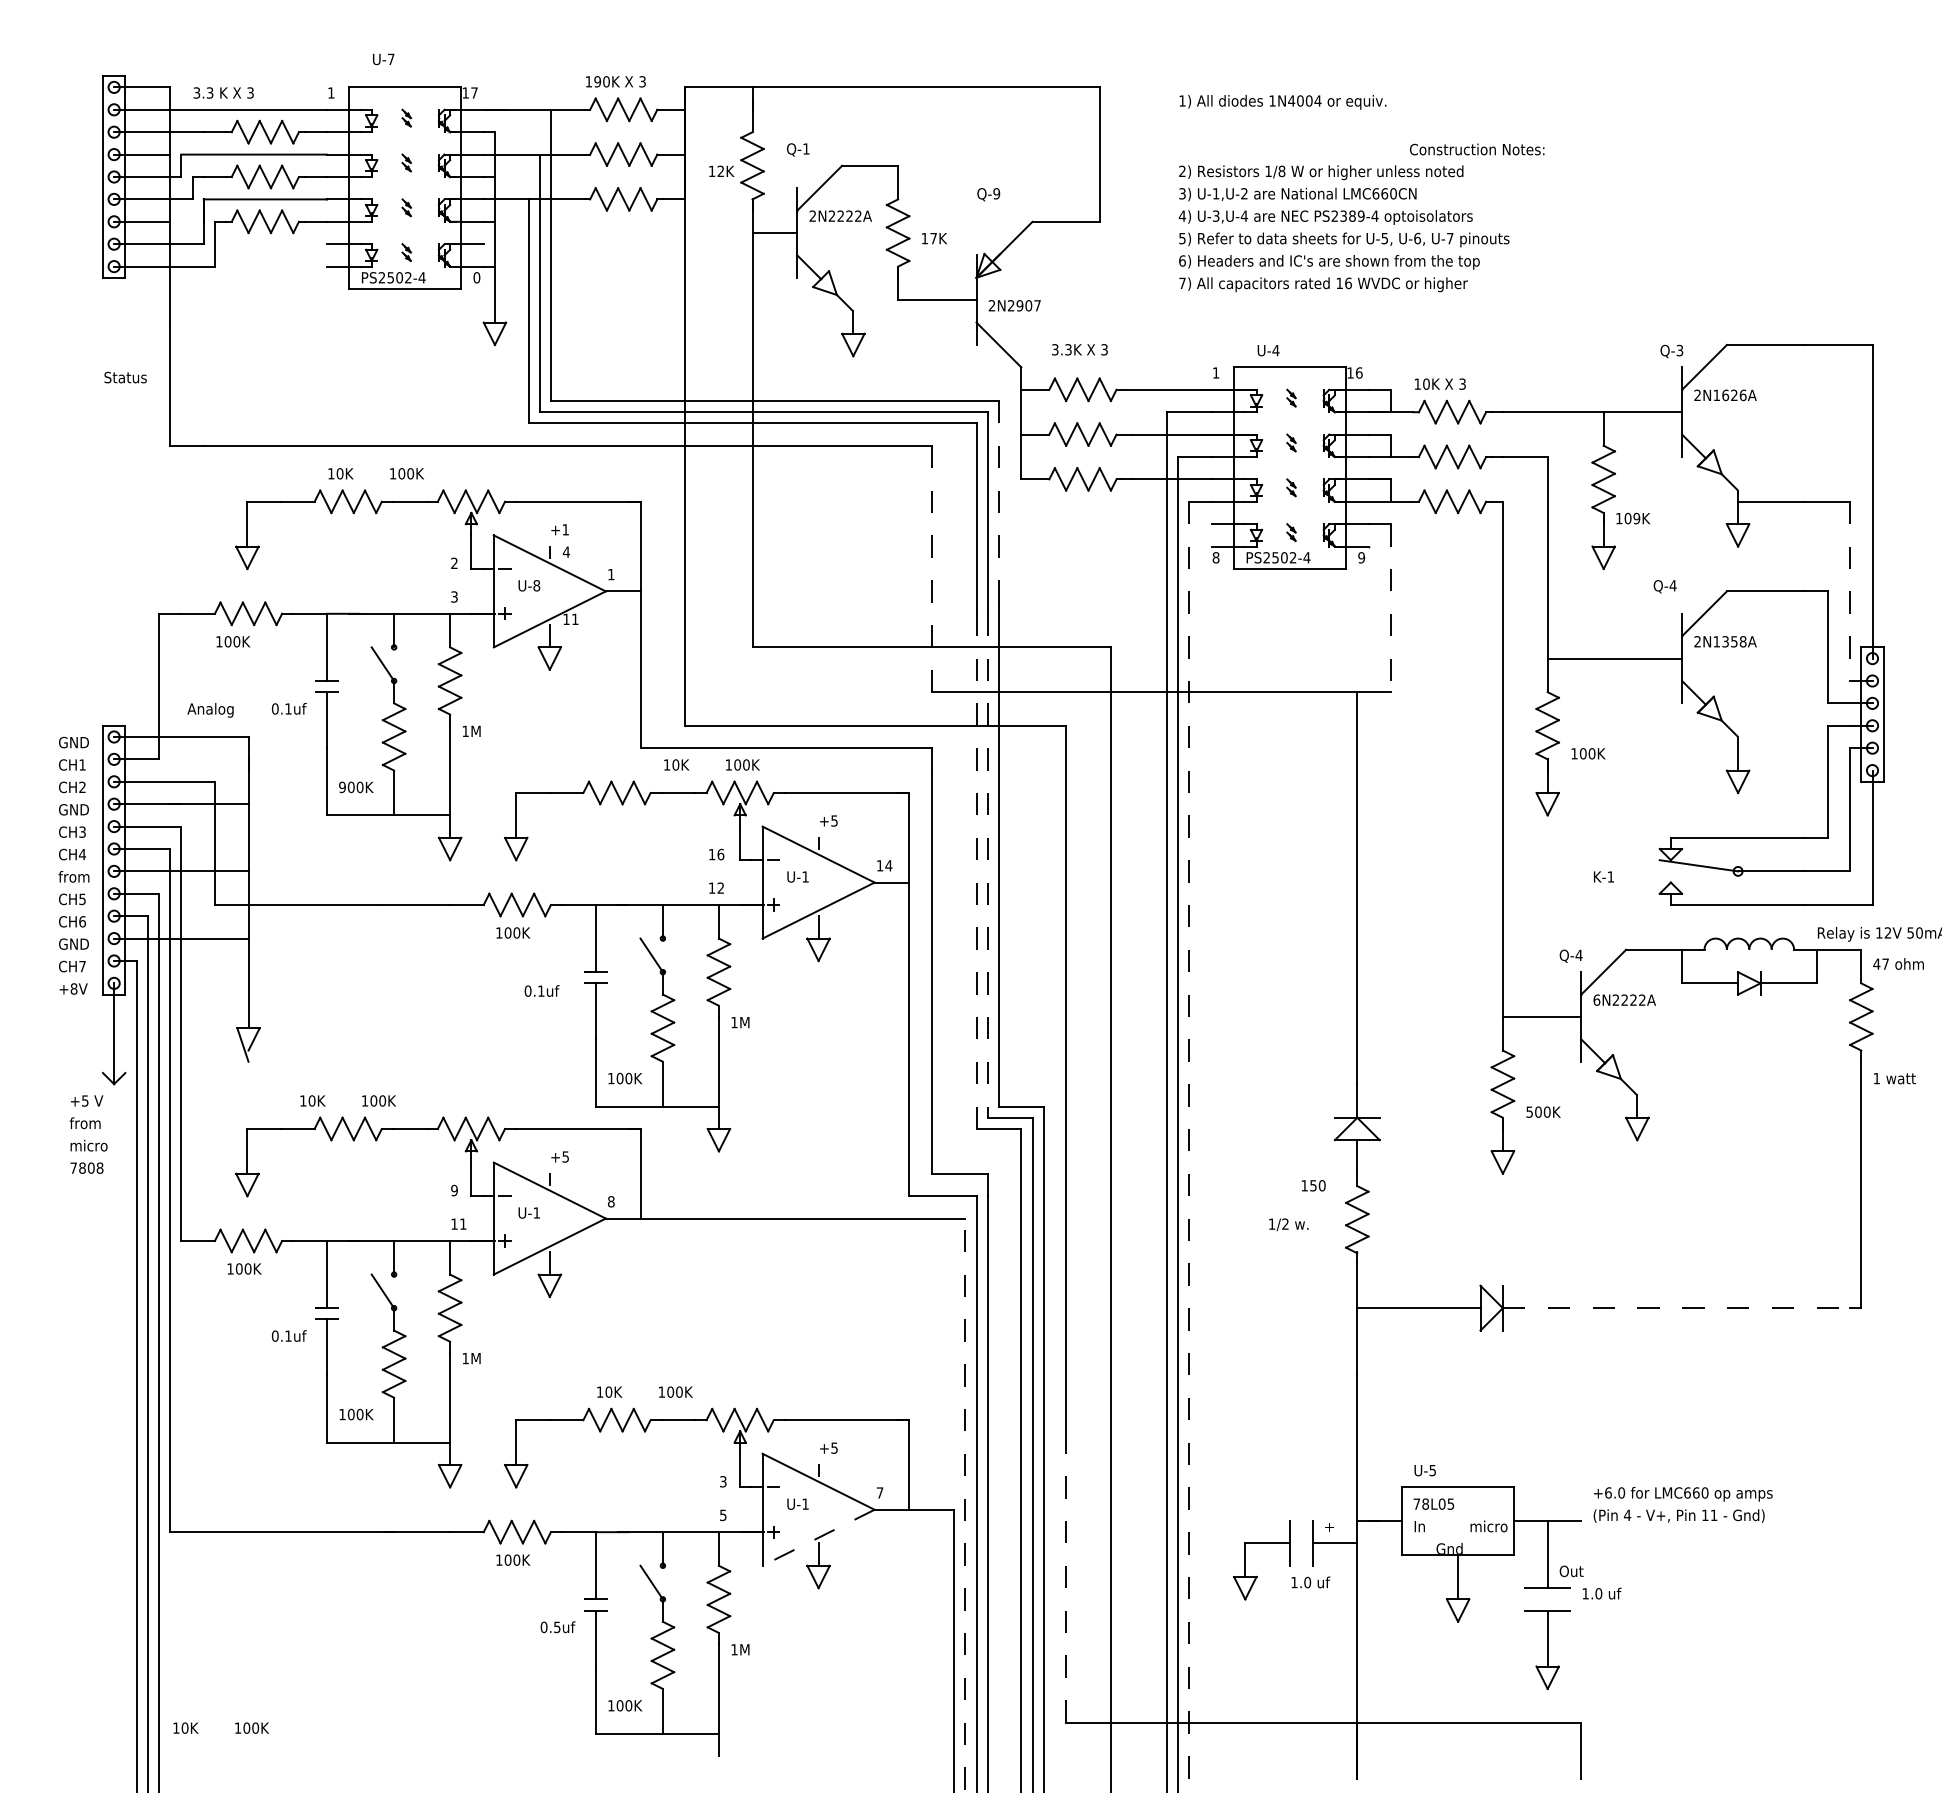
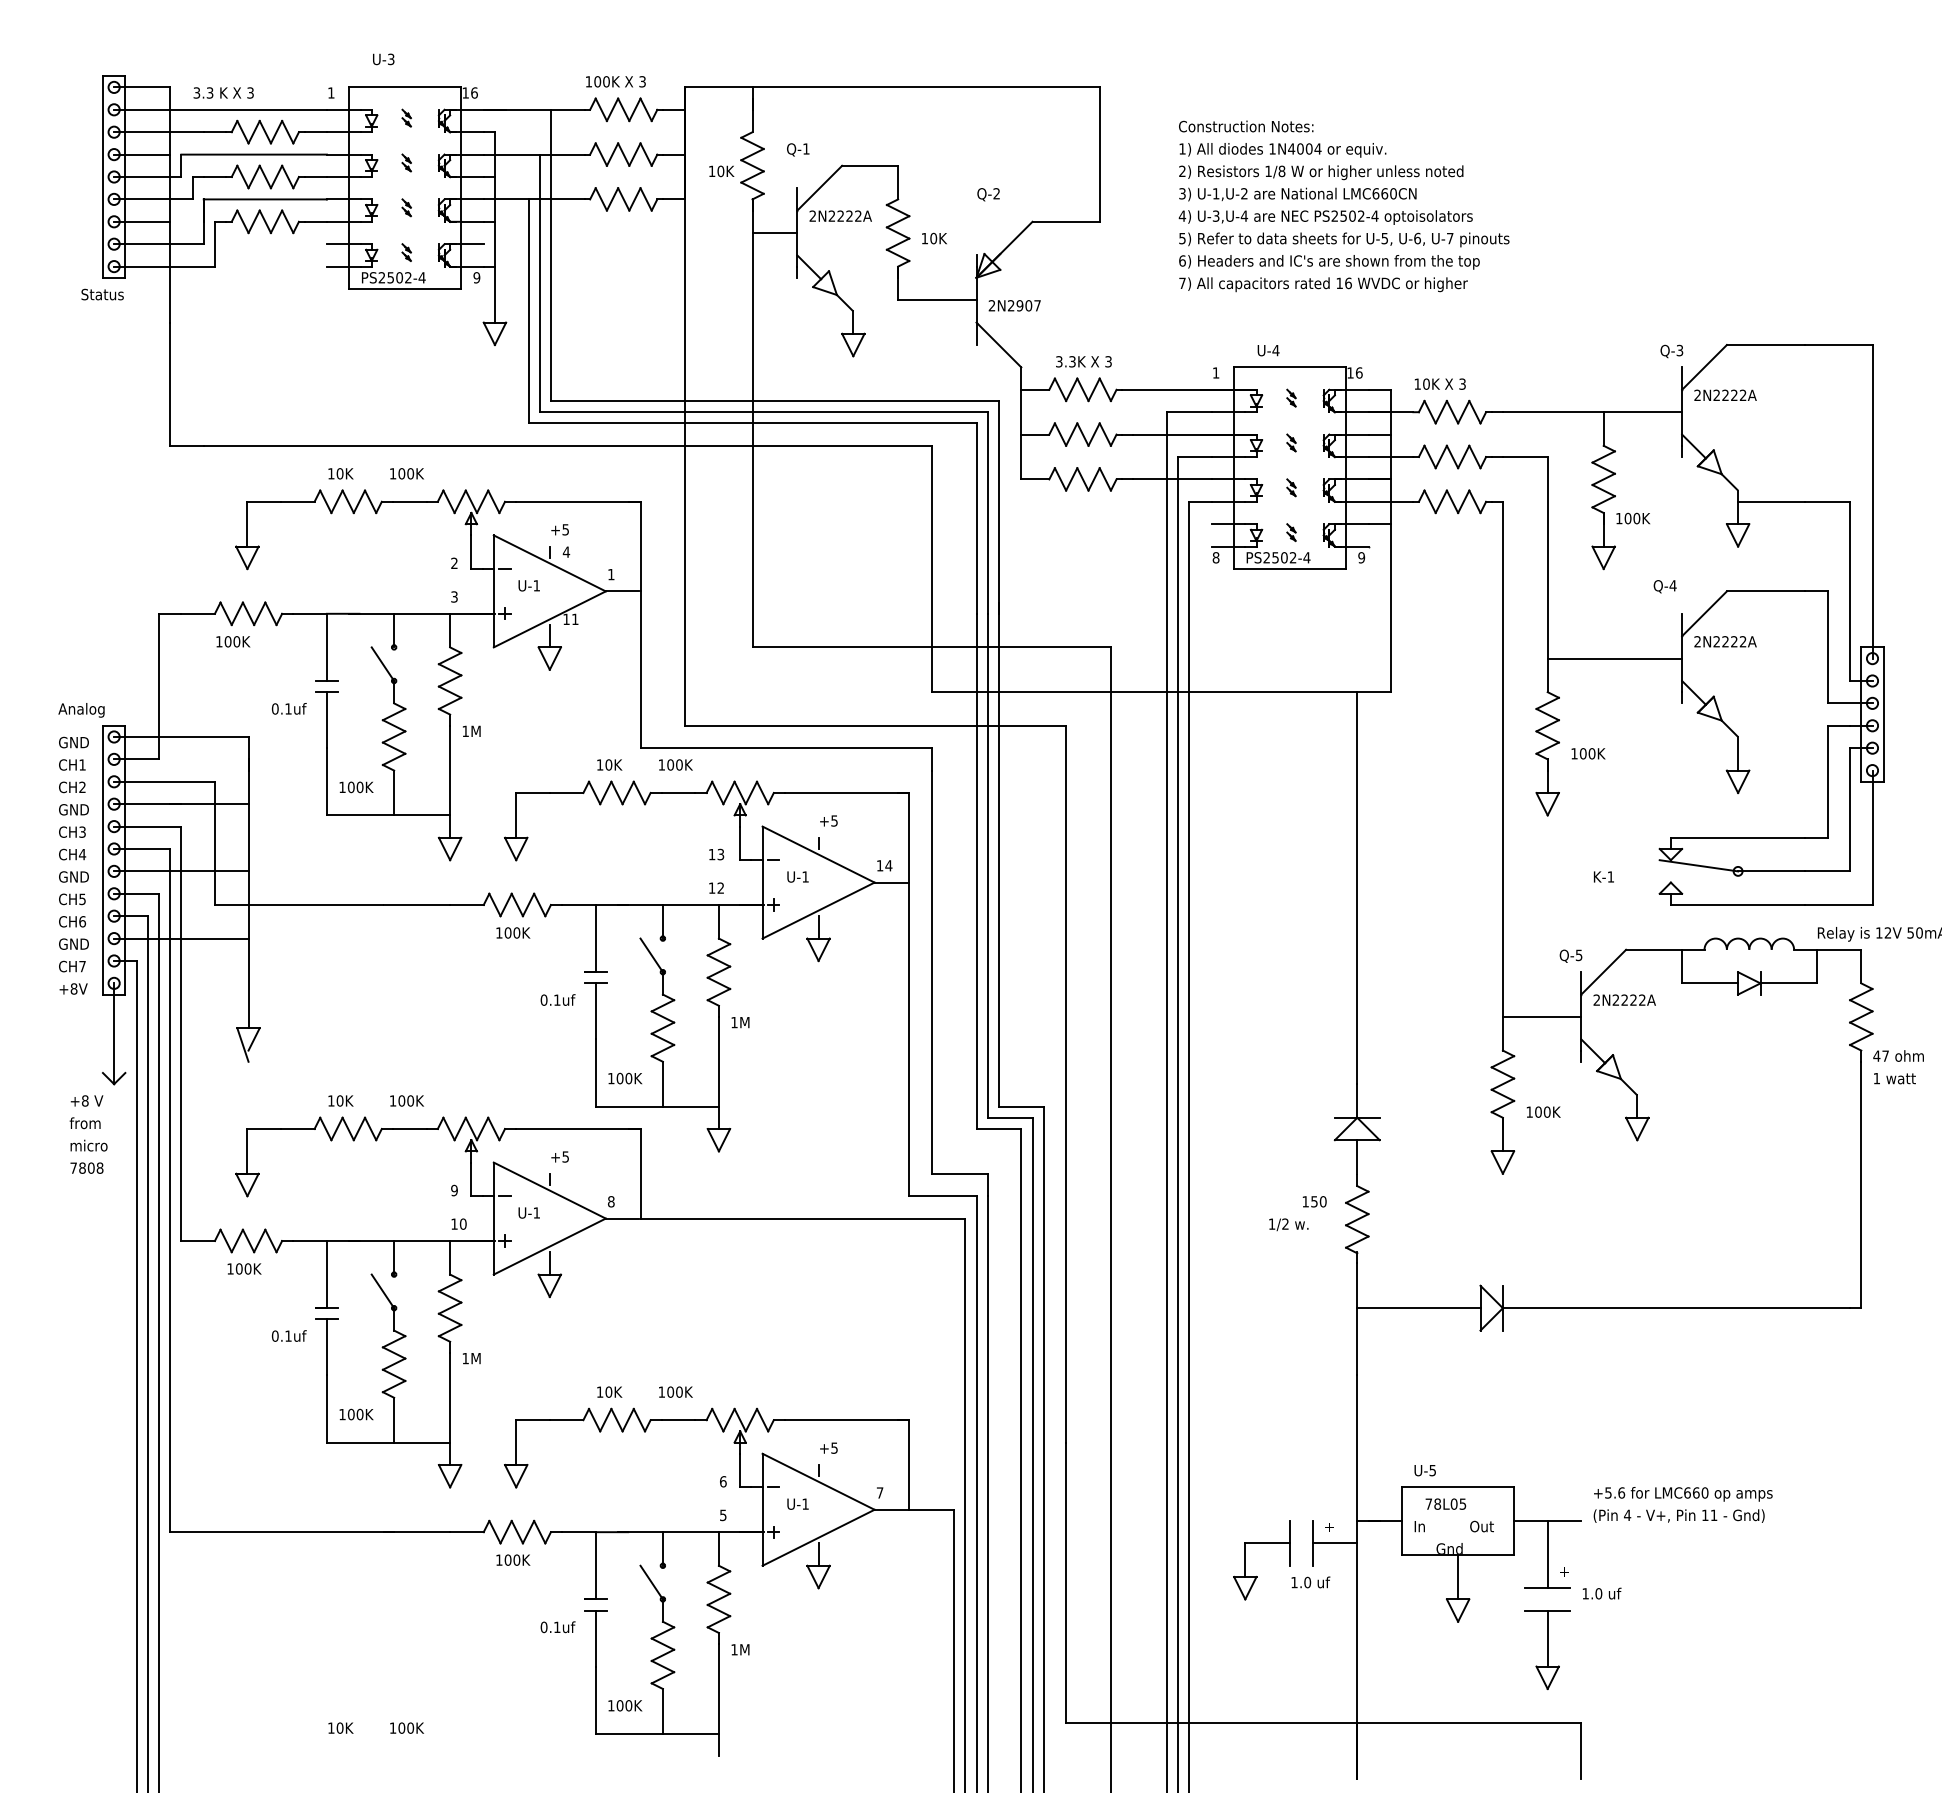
text at (391, 59): U-7 -> U-3
text at (597, 81): 190K -> 100K
text at (474, 92): 17 -> 16
text at (1282, 102) position: (1282, 102) -> (1282, 150)
text at (1477, 149) position: (1477, 149) -> (1246, 126)
text at (720, 171): 12K -> 10K
text at (996, 193): Q-9 -> Q-2
text at (1352, 215): PS2389-4 -> PS2502-4
text at (933, 238): 17K -> 10K
text at (476, 277): 0 -> 9
text at (1079, 349) position: (1079, 349) -> (1083, 361)
text at (125, 377) position: (125, 377) -> (102, 294)
text at (1729, 395): 2N1626A -> 2N2222A
line at (998, 507): dashed -> solid
text at (1636, 518): 109K -> 100K
text at (565, 529): +1 -> +5
line at (1390, 541): dashed -> solid
line at (931, 569): dashed -> solid
text at (536, 585): U-8 -> U-1
line at (1850, 591): dashed -> solid
text at (1729, 641): 2N1358A -> 2N2222A
text at (210, 710) position: (210, 710) -> (81, 710)
text at (711, 764) position: (711, 764) -> (644, 764)
text at (342, 787): 900K -> 100K
text at (720, 854): 16 -> 13
line at (987, 865): dashed -> solid
line at (976, 871): dashed -> solid
text at (73, 876): from -> GND
text at (1578, 955): Q-4 -> Q-5
text at (1898, 963) position: (1898, 963) -> (1898, 1055)
text at (541, 990) position: (541, 990) -> (557, 999)
text at (1596, 999): 6N2222A -> 2N2222A
text at (84, 1100): +5 -> +8
text at (347, 1100) position: (347, 1100) -> (375, 1100)
text at (1529, 1111): 500K -> 100K
line at (1189, 1147): dashed -> solid
text at (1313, 1185) position: (1313, 1185) -> (1314, 1201)
text at (462, 1223): 11 -> 10
line at (1676, 1308): dashed -> solid
text at (723, 1481): 3 -> 6
text at (1615, 1492): +6.0 -> +5.6
text at (1433, 1503) position: (1433, 1503) -> (1445, 1503)
line at (965, 1505): dashed -> solid
text at (1488, 1526): micro -> Out
line at (818, 1537): dashed -> solid
text at (1571, 1571): Out -> +
line at (1066, 1582): dashed -> solid
text at (557, 1627): 0.5uf -> 0.1uf
text at (220, 1727) position: (220, 1727) -> (375, 1727)
